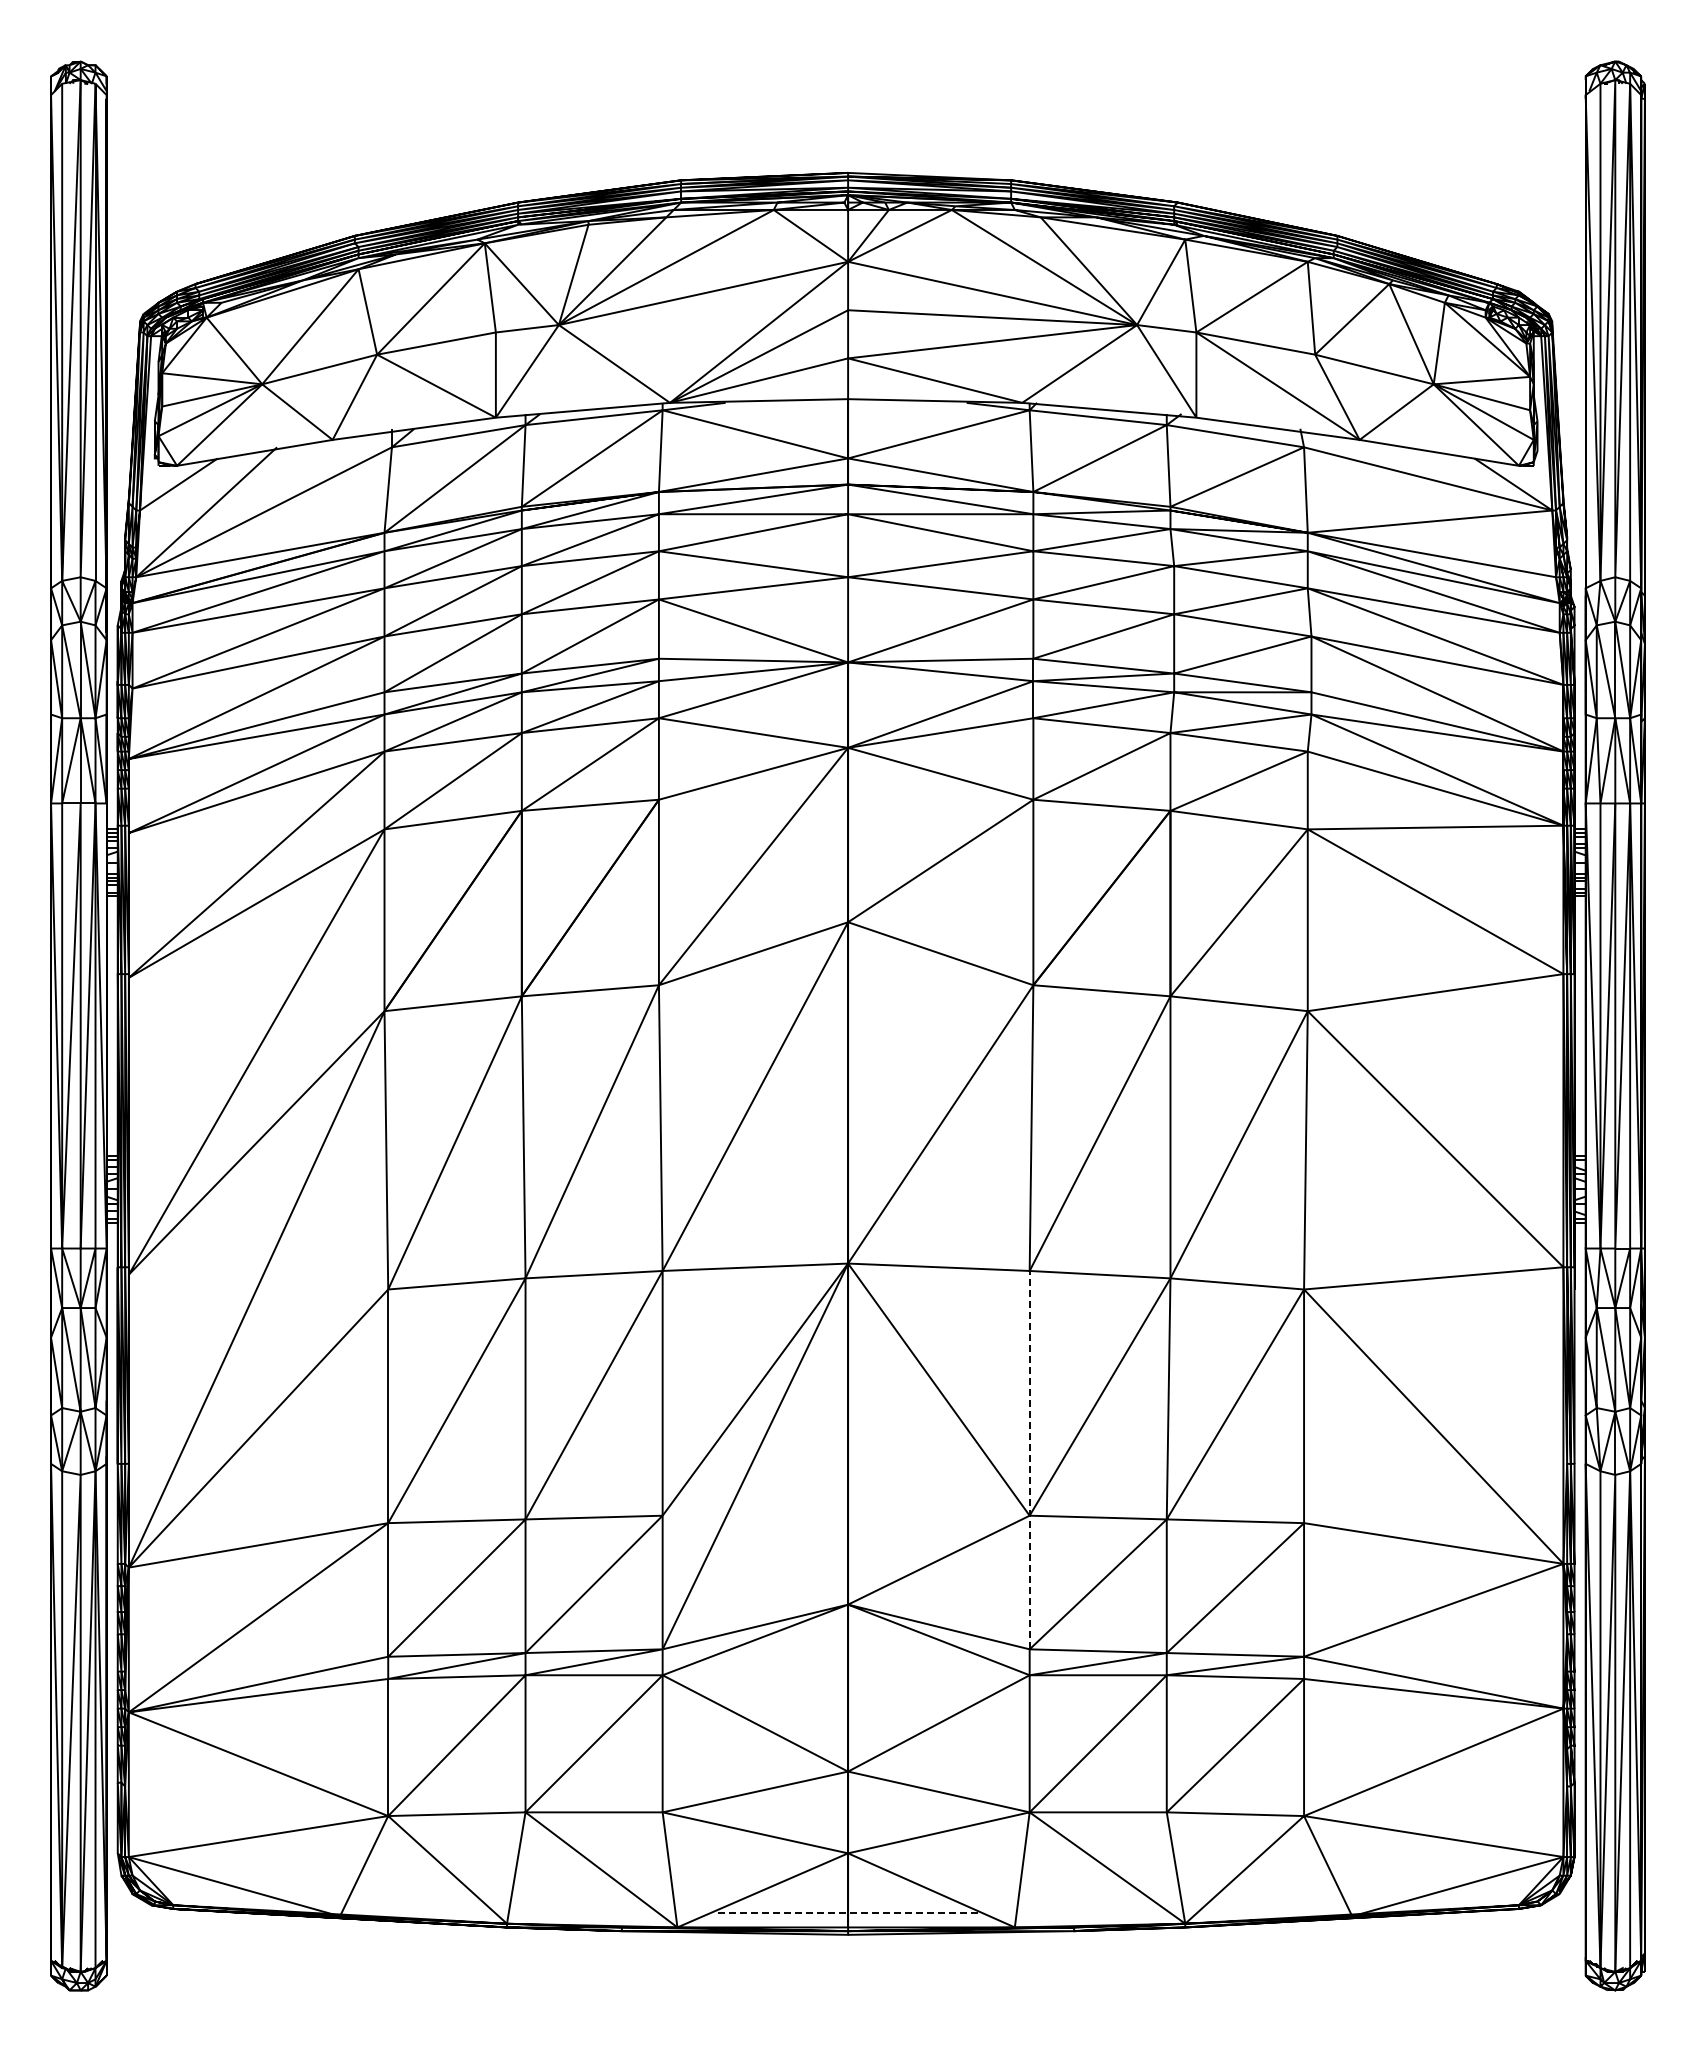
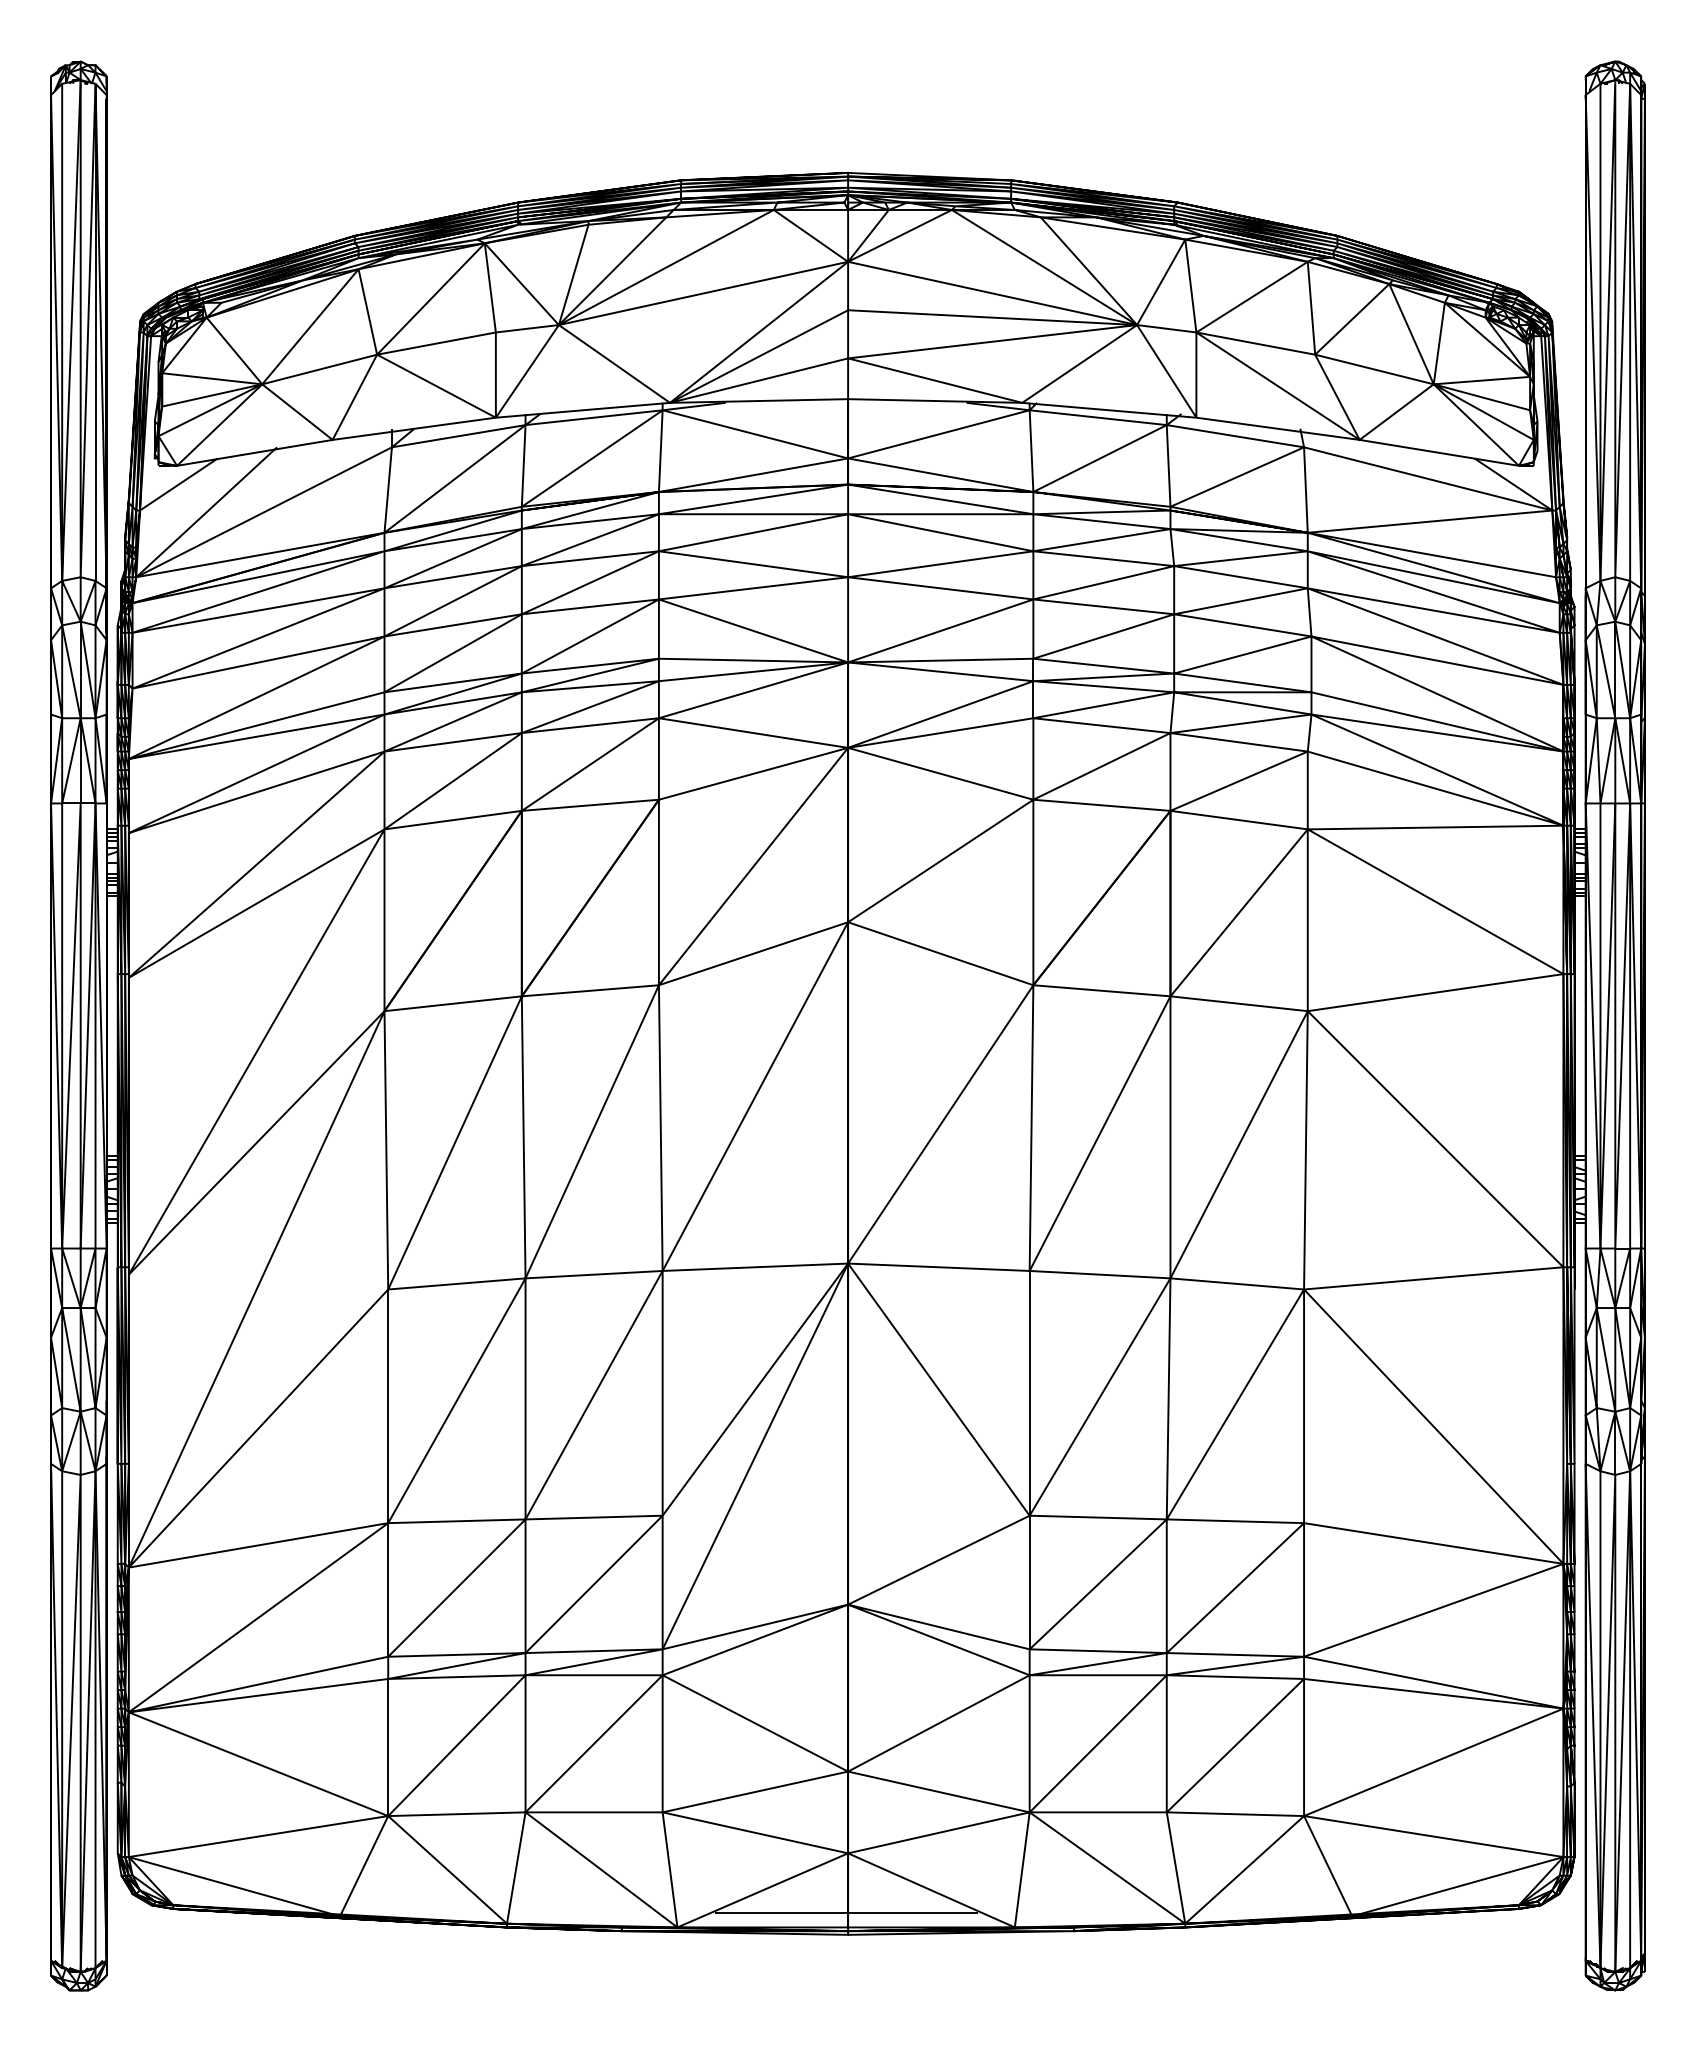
line at (1029, 1460): dashed -> solid
line at (846, 1912): dashed -> solid
